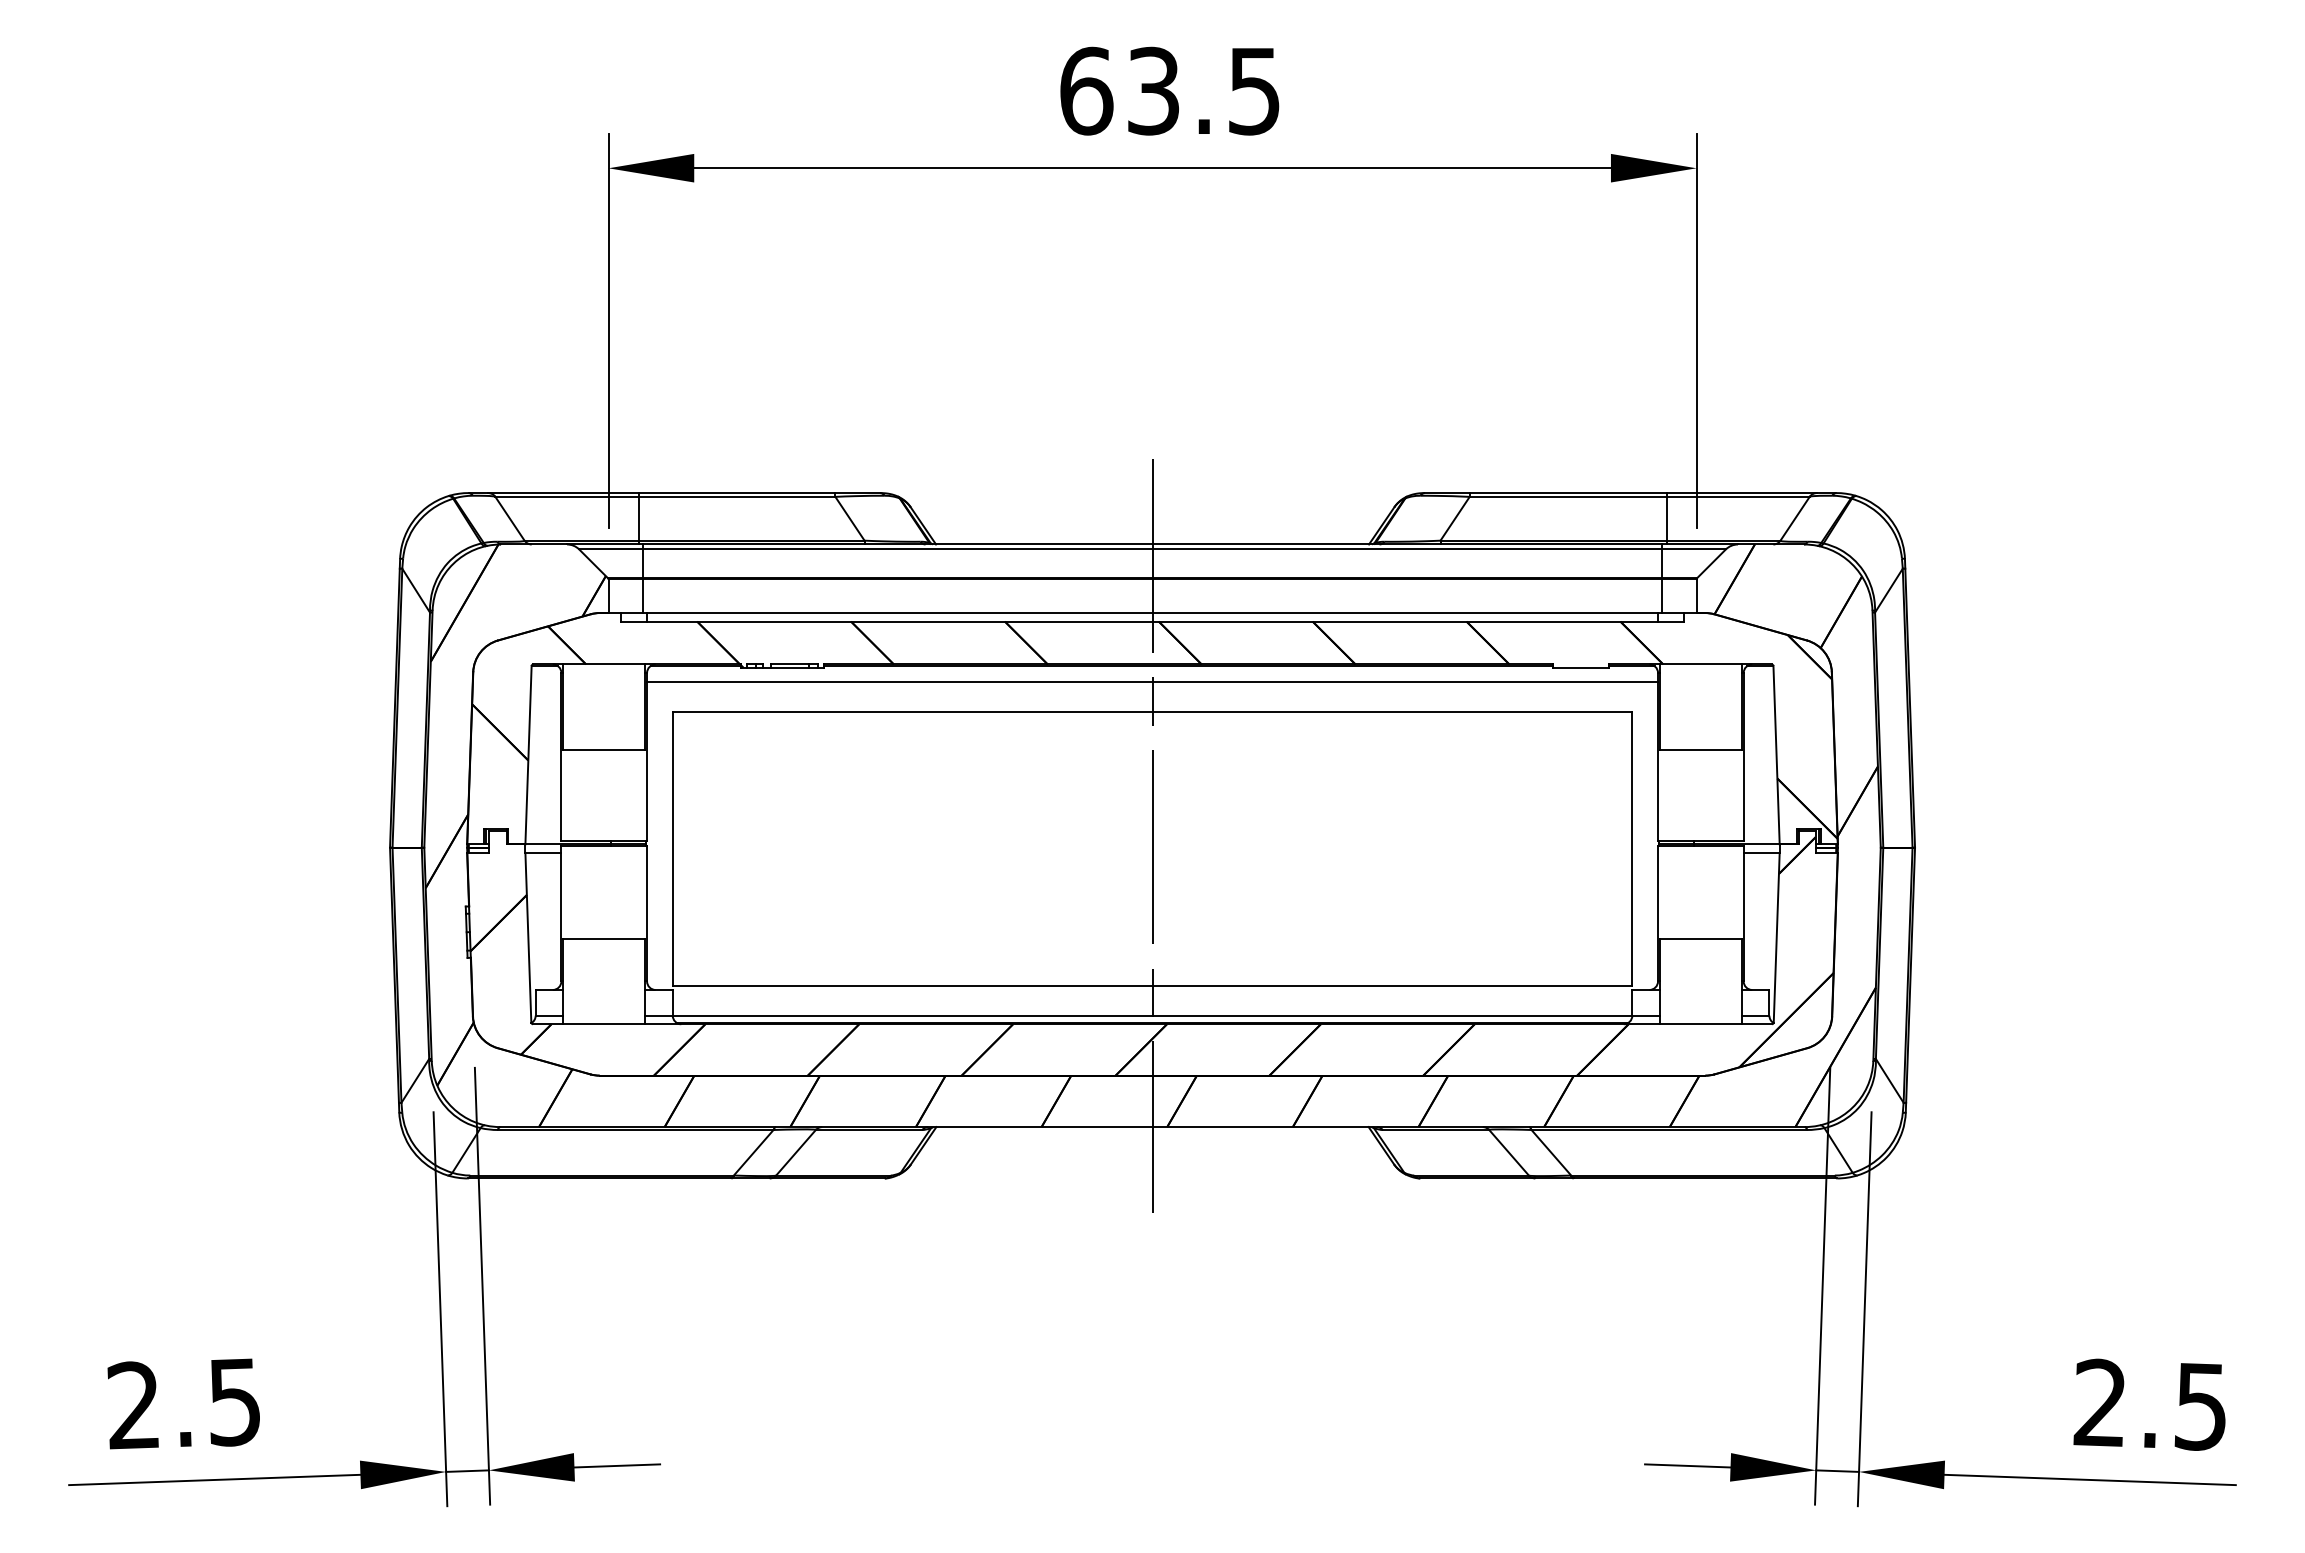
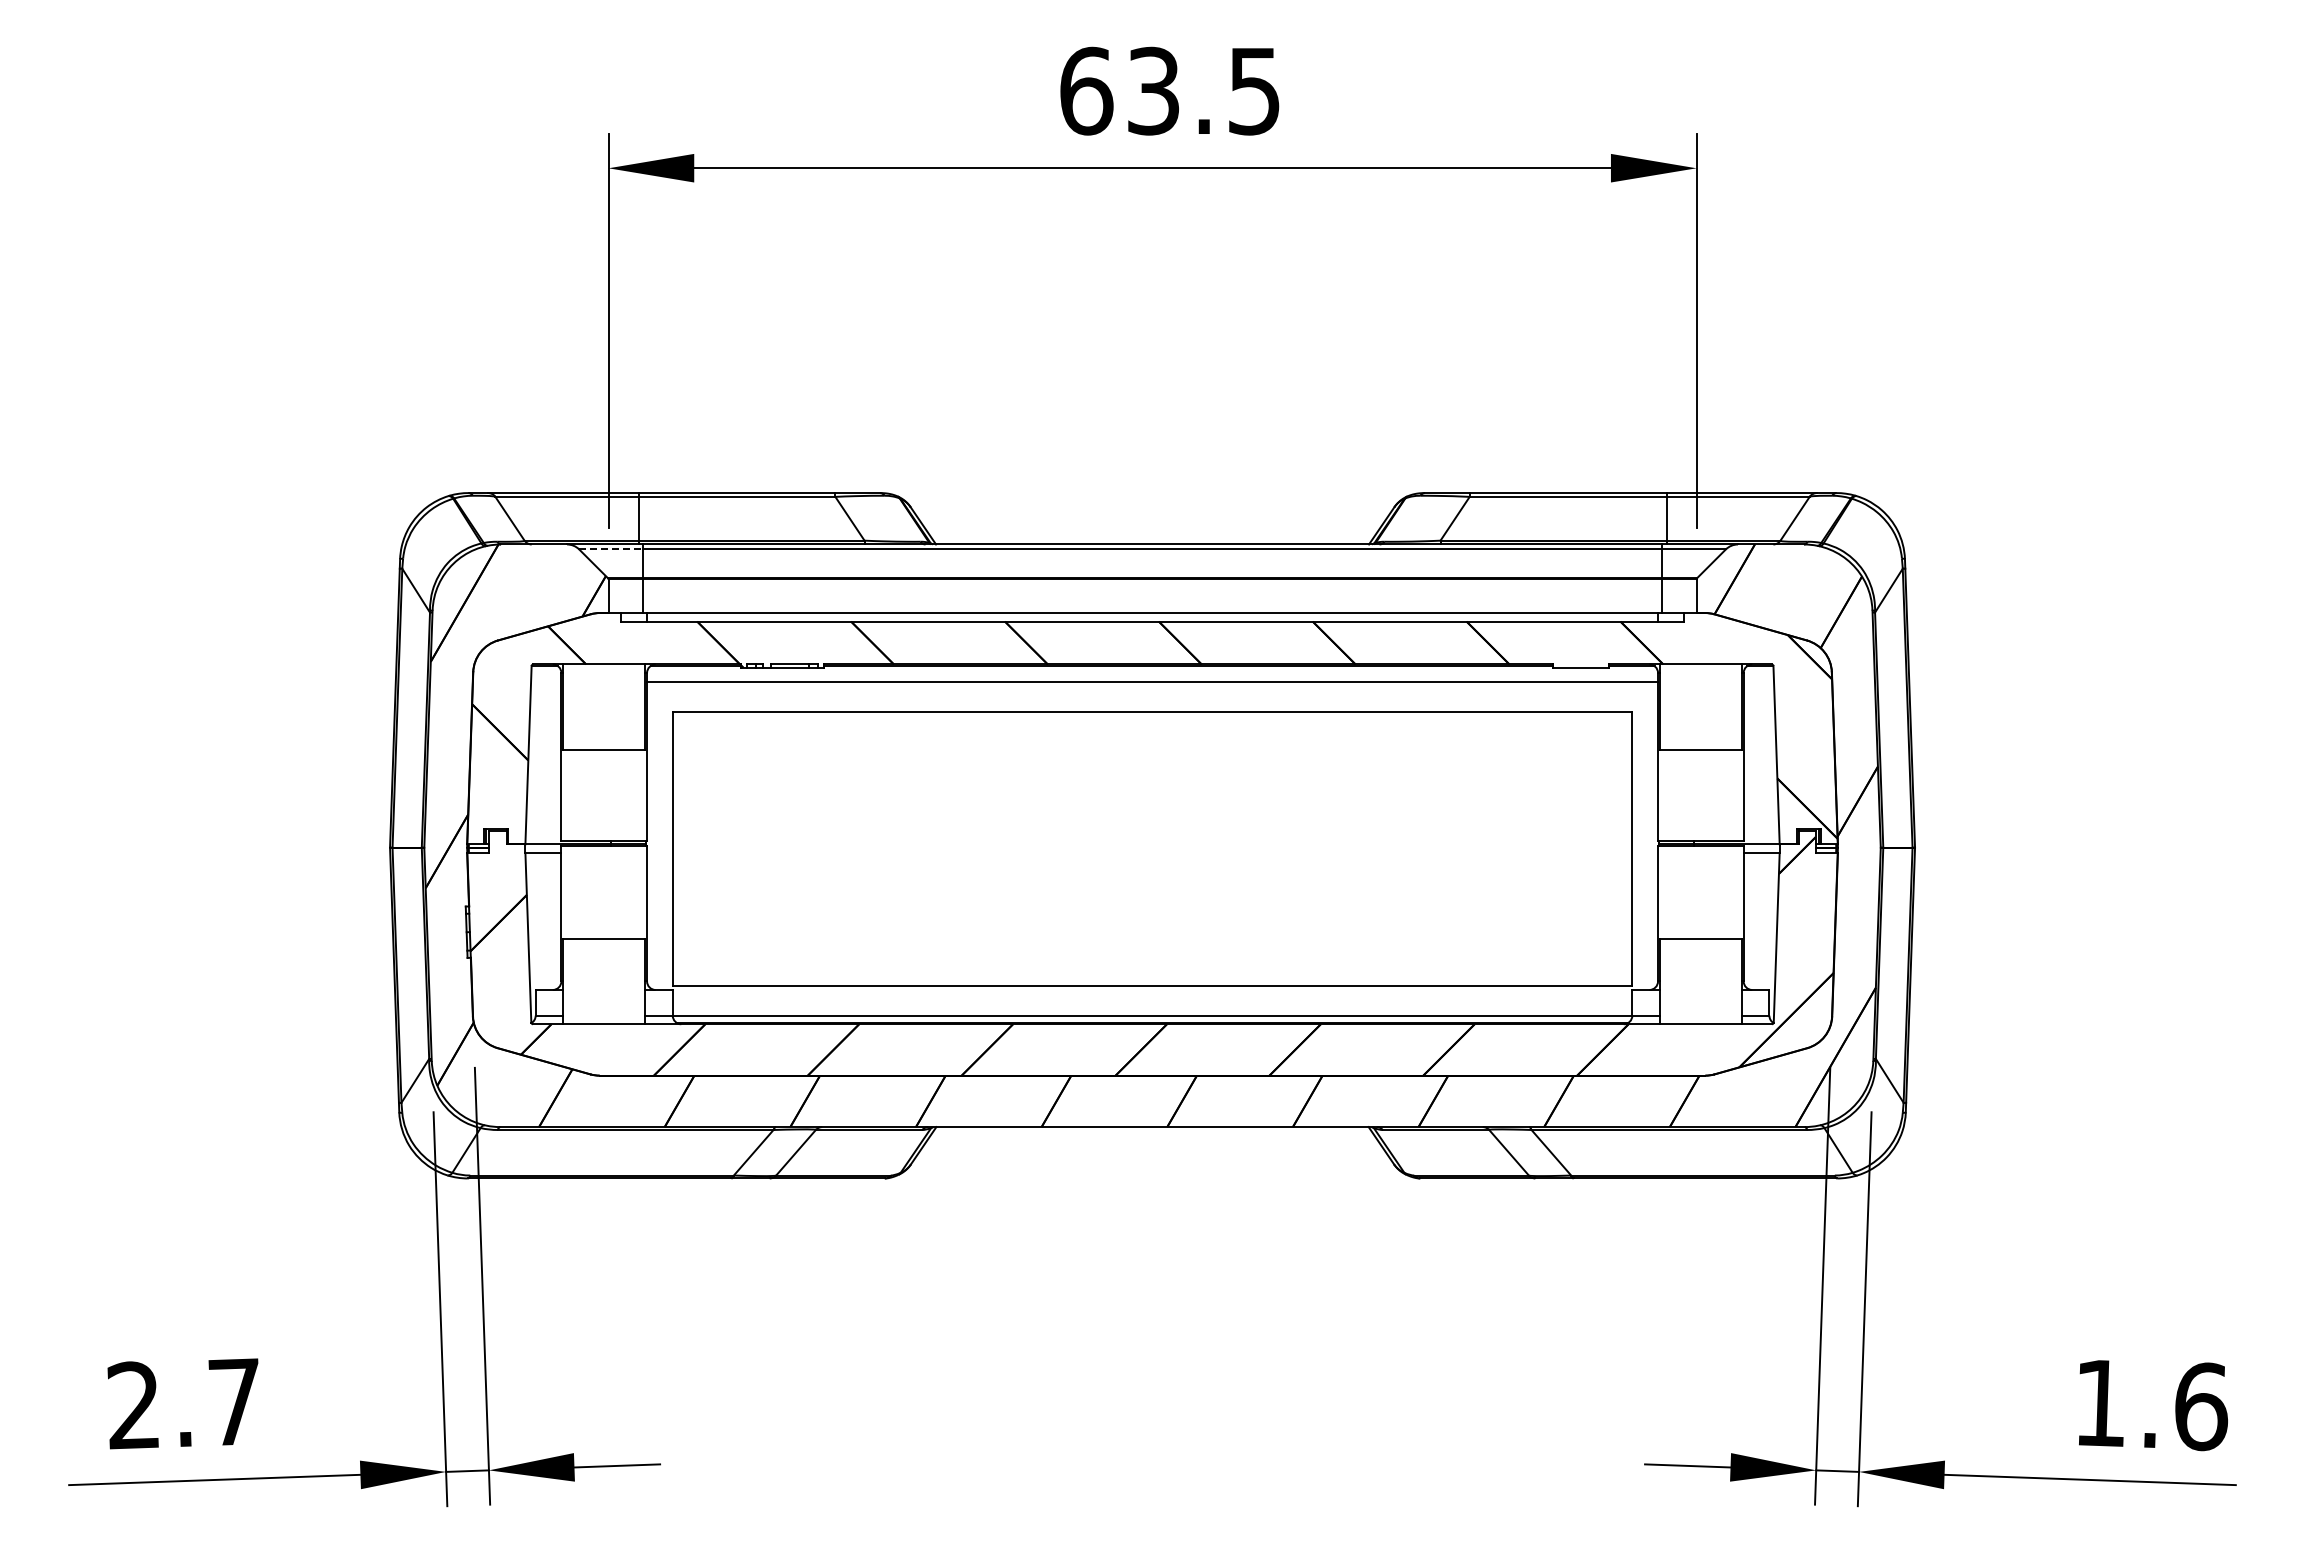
line at (611, 549): solid -> dashed
line at (1152, 835): present -> none
text at (233, 1402): 2.5 -> 2.7
text at (2150, 1404): 2.5 -> 1.6
